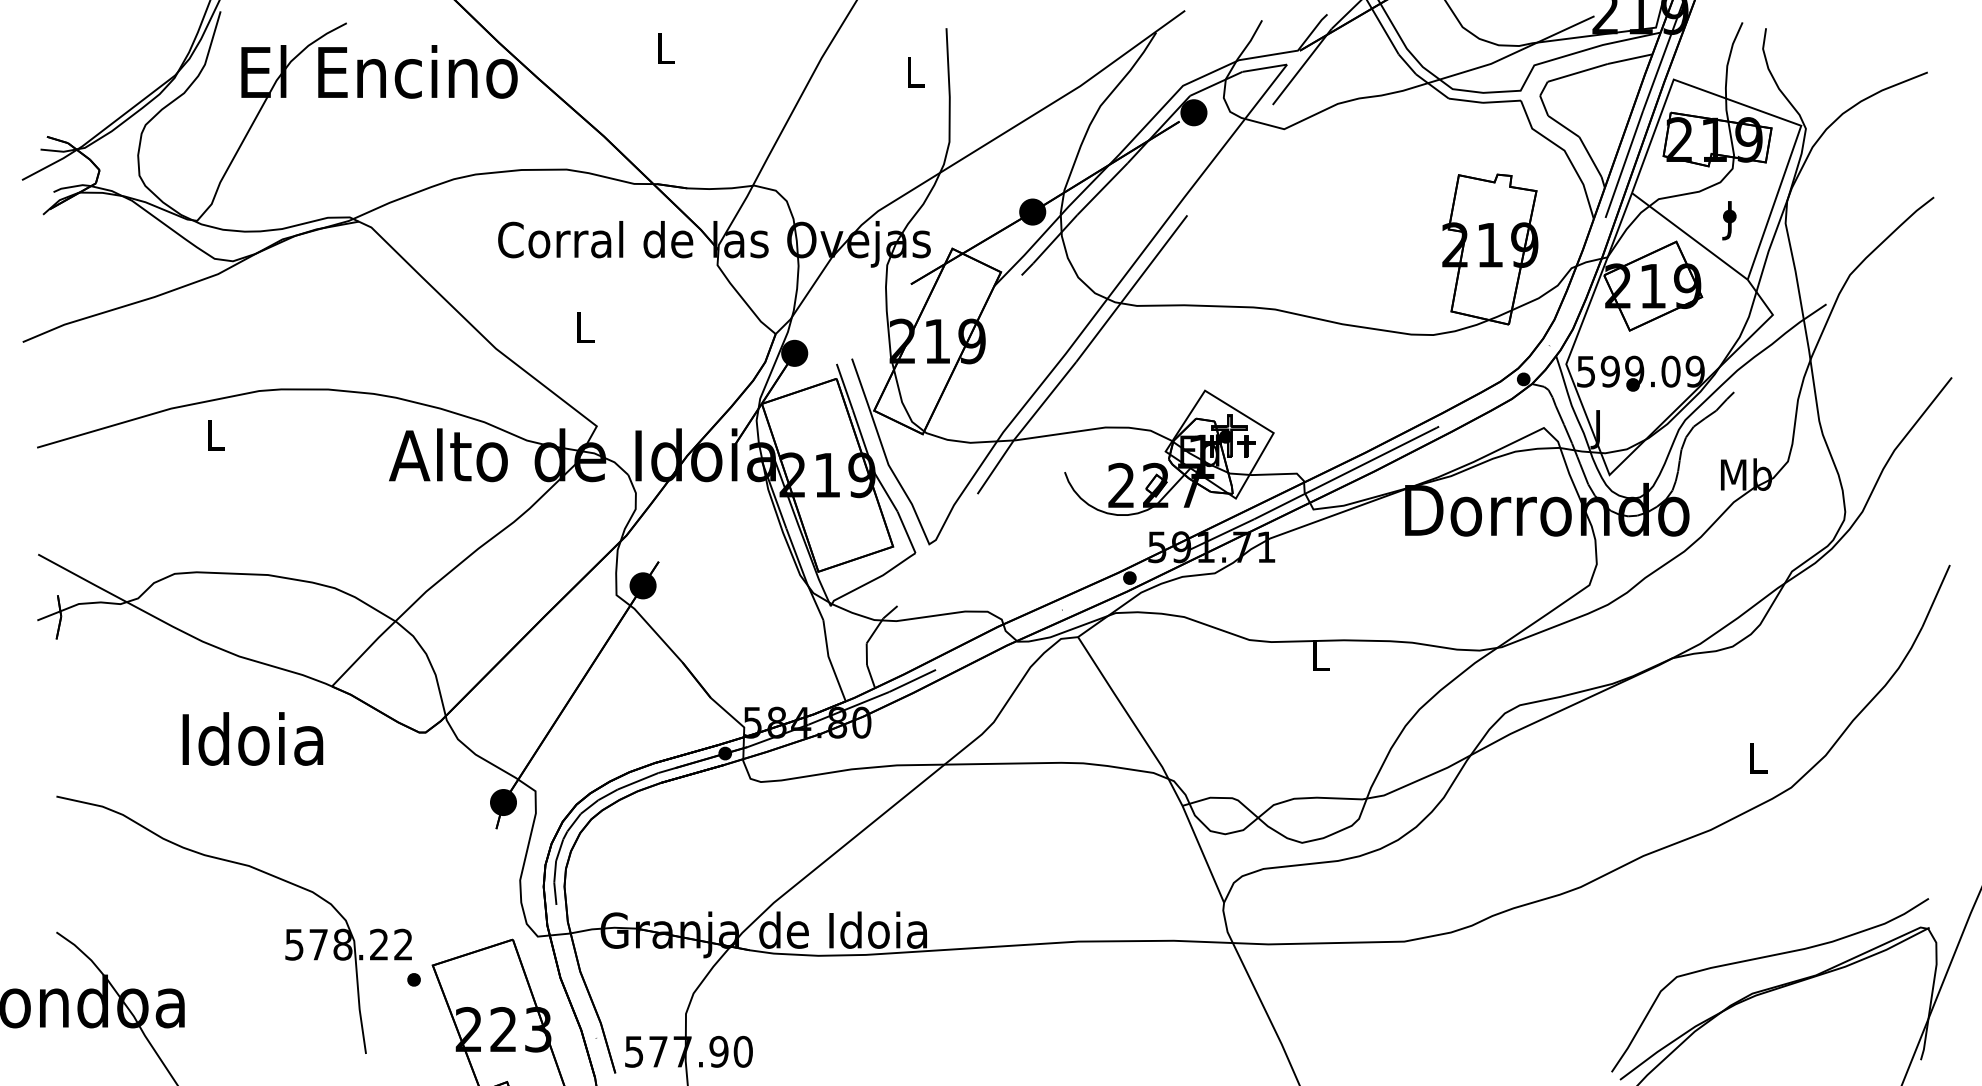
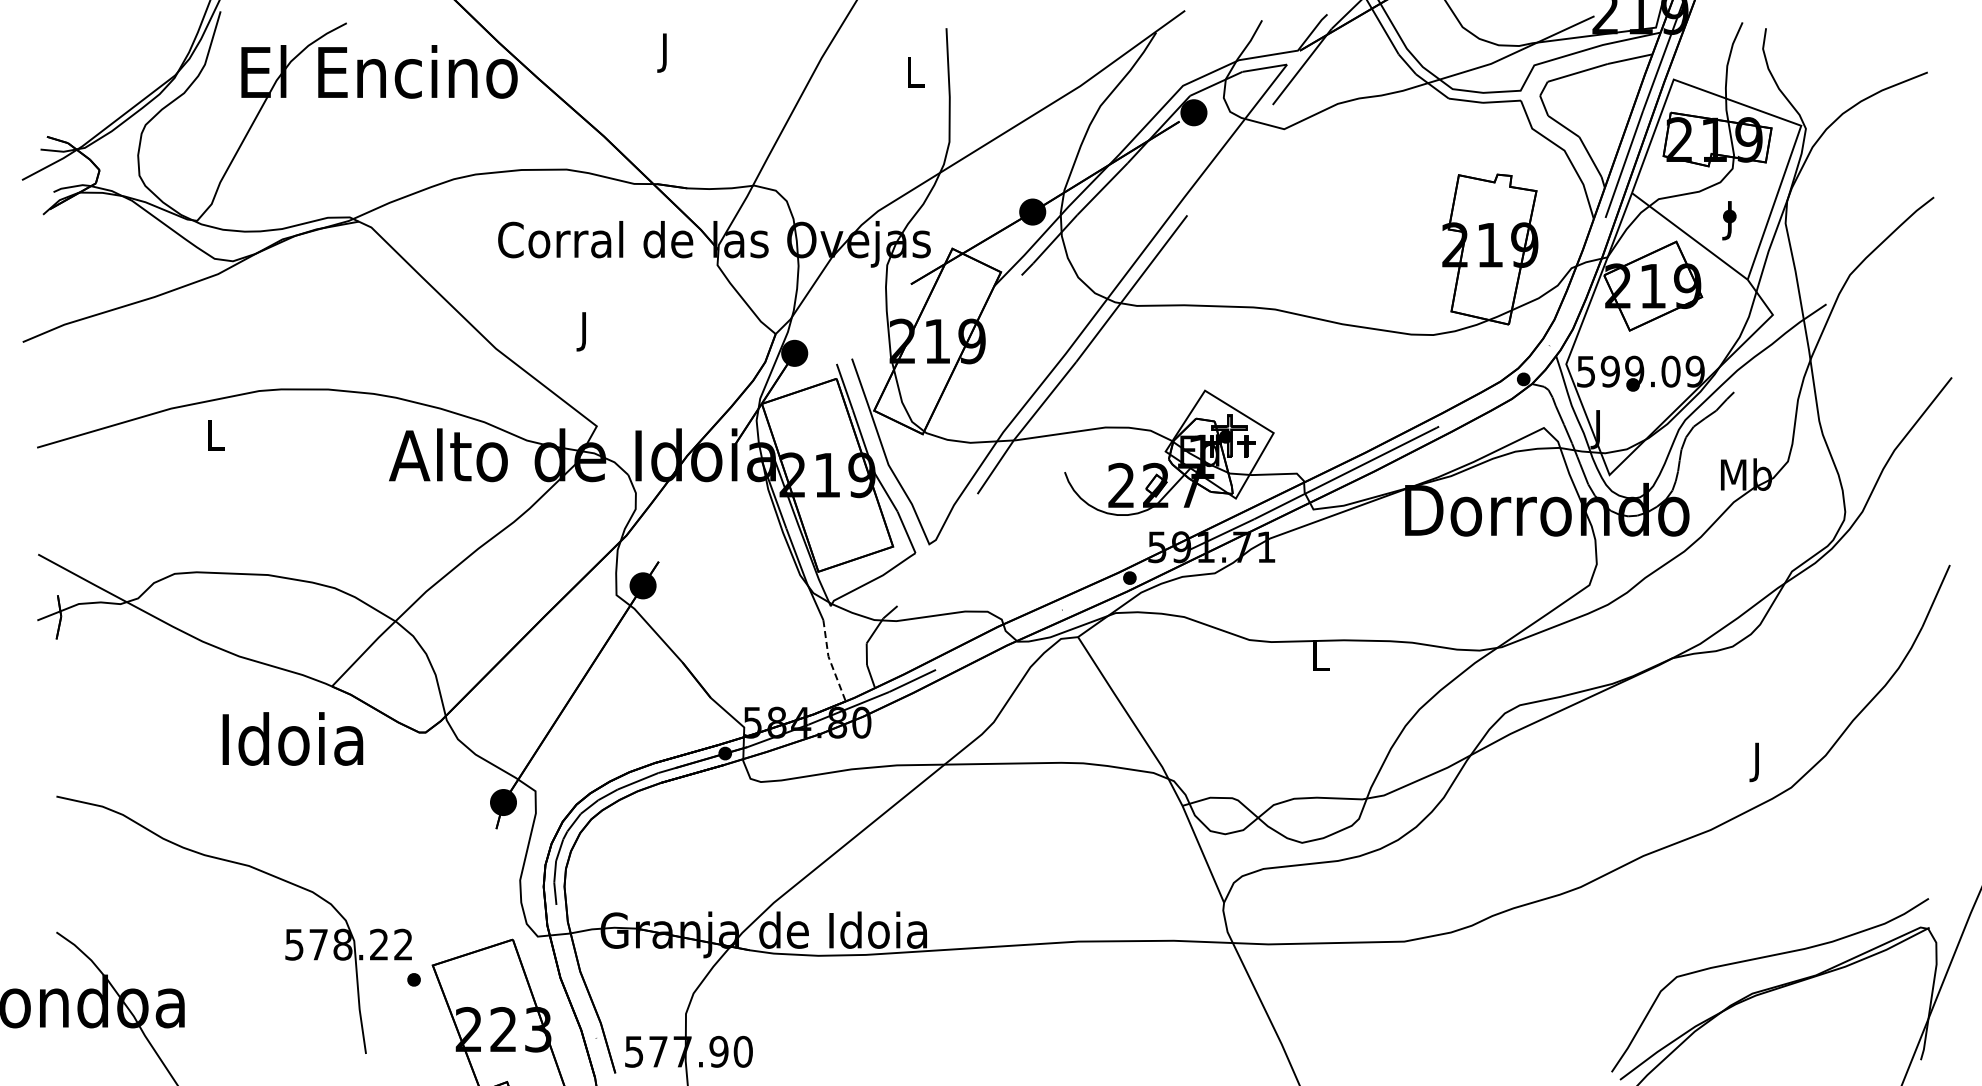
text at (665, 52): L -> J
text at (585, 331): L -> J
line at (830, 662): solid -> dashed
text at (252, 738) position: (252, 738) -> (292, 738)
text at (1758, 762): L -> J
